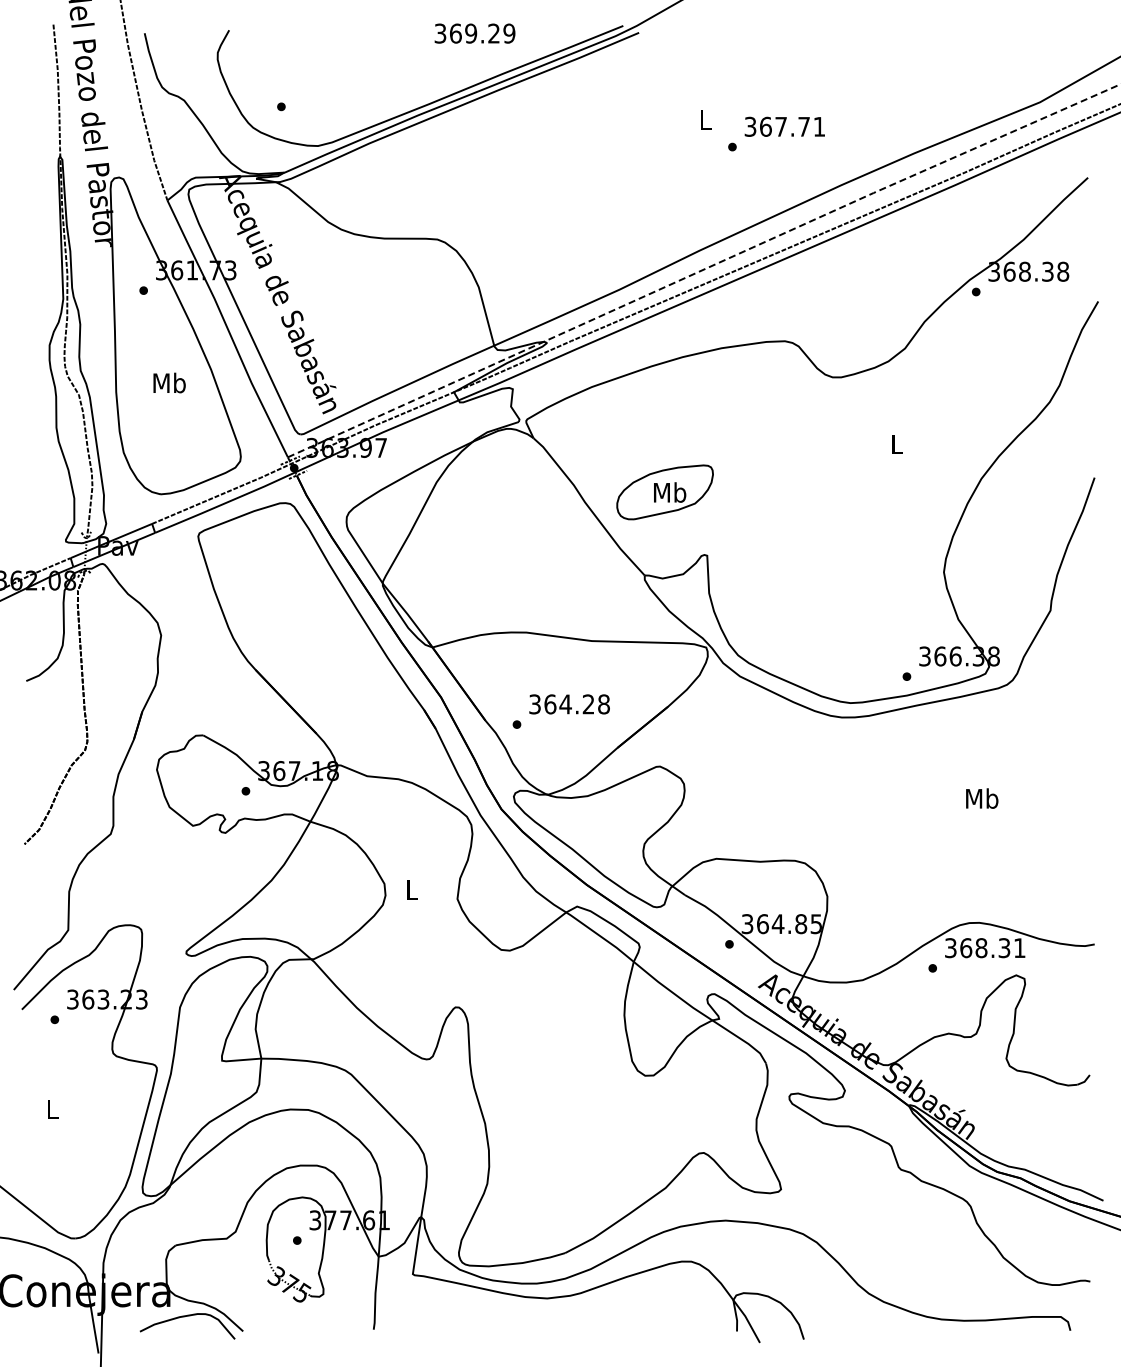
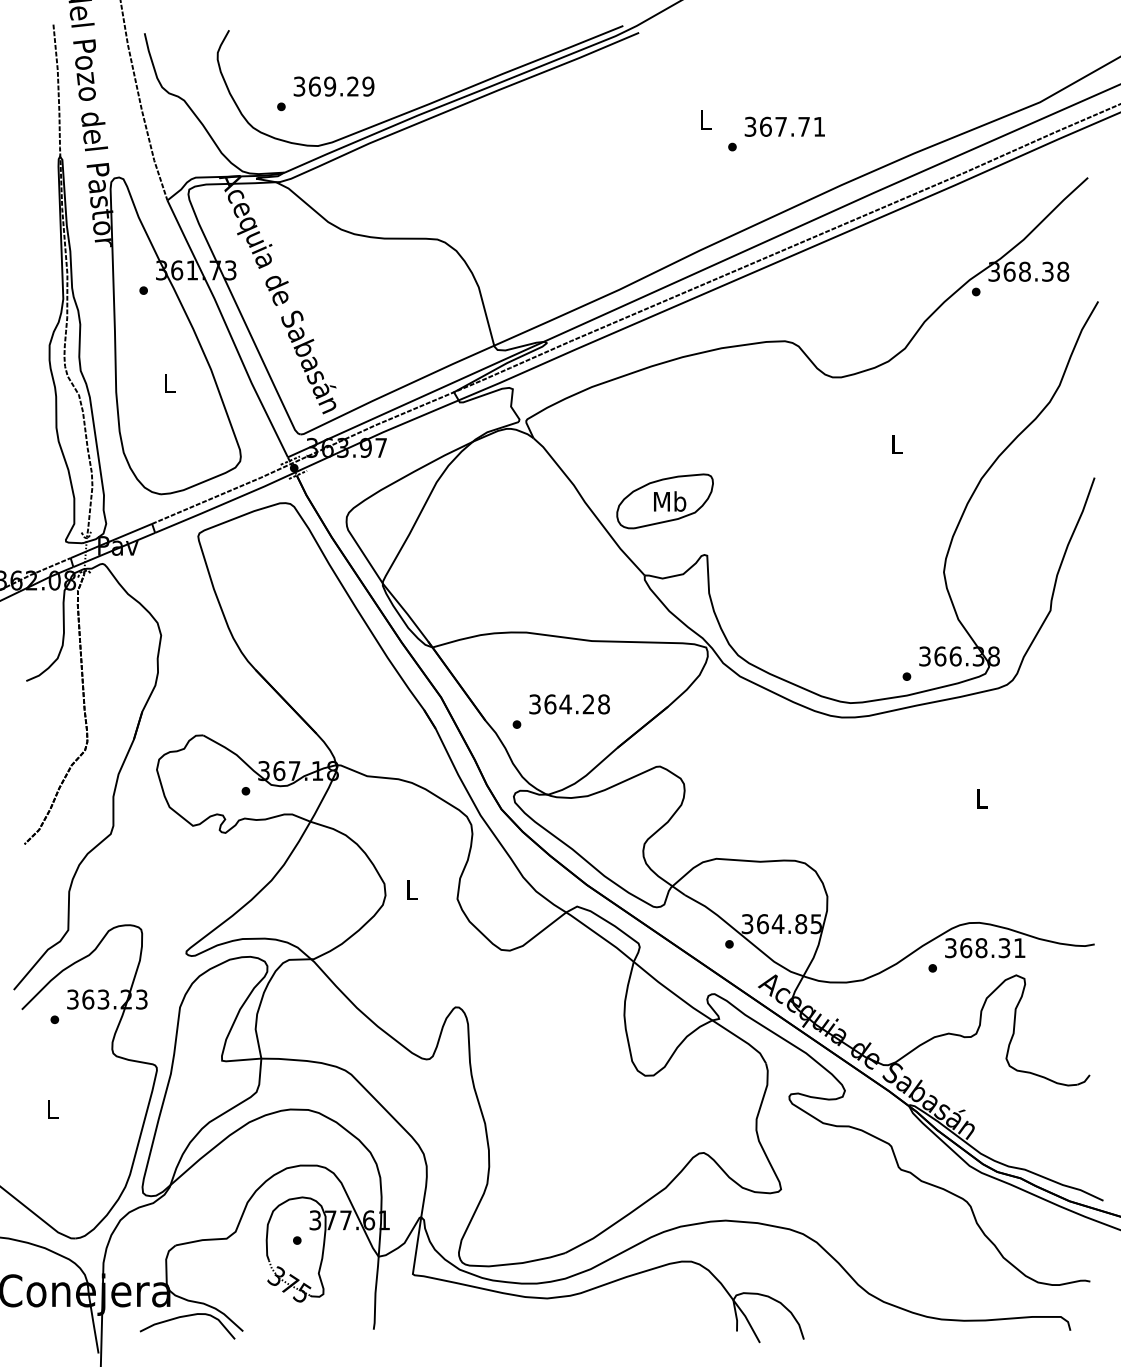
text at (474, 33) position: (474, 33) -> (333, 86)
line at (704, 269): dashed -> solid
text at (169, 382): Mb -> L
part at (664, 492) position: (664, 492) -> (664, 501)
text at (982, 798): Mb -> L
